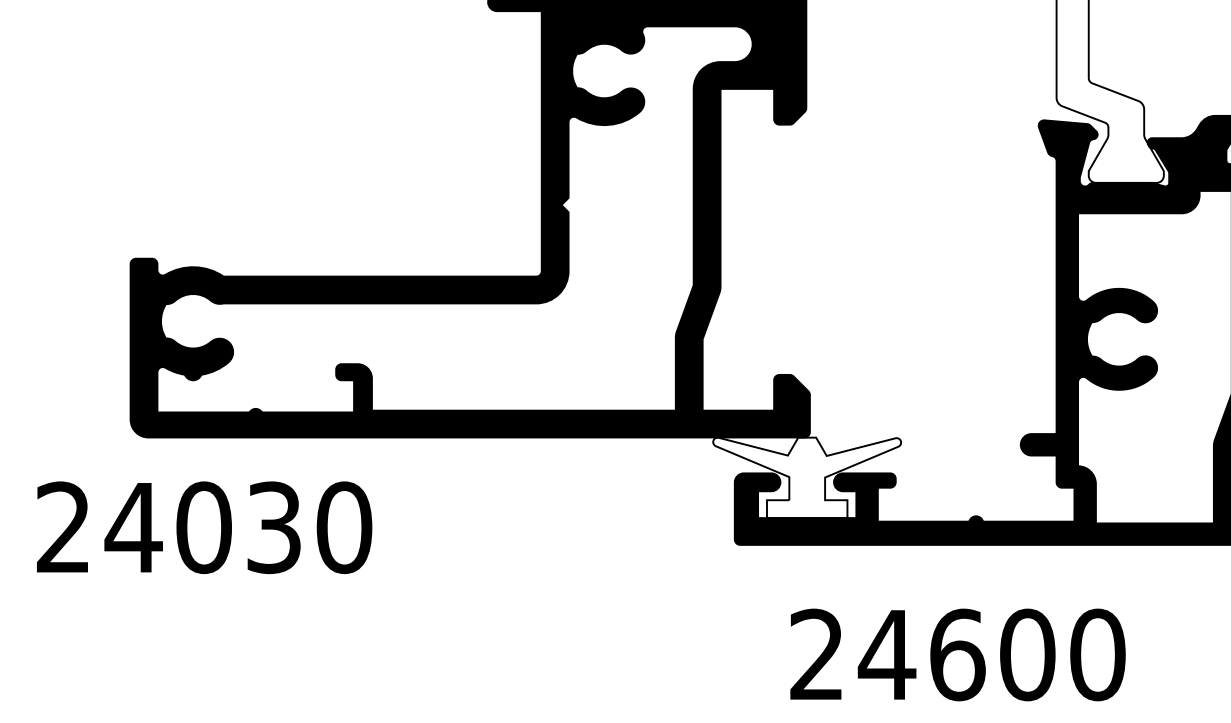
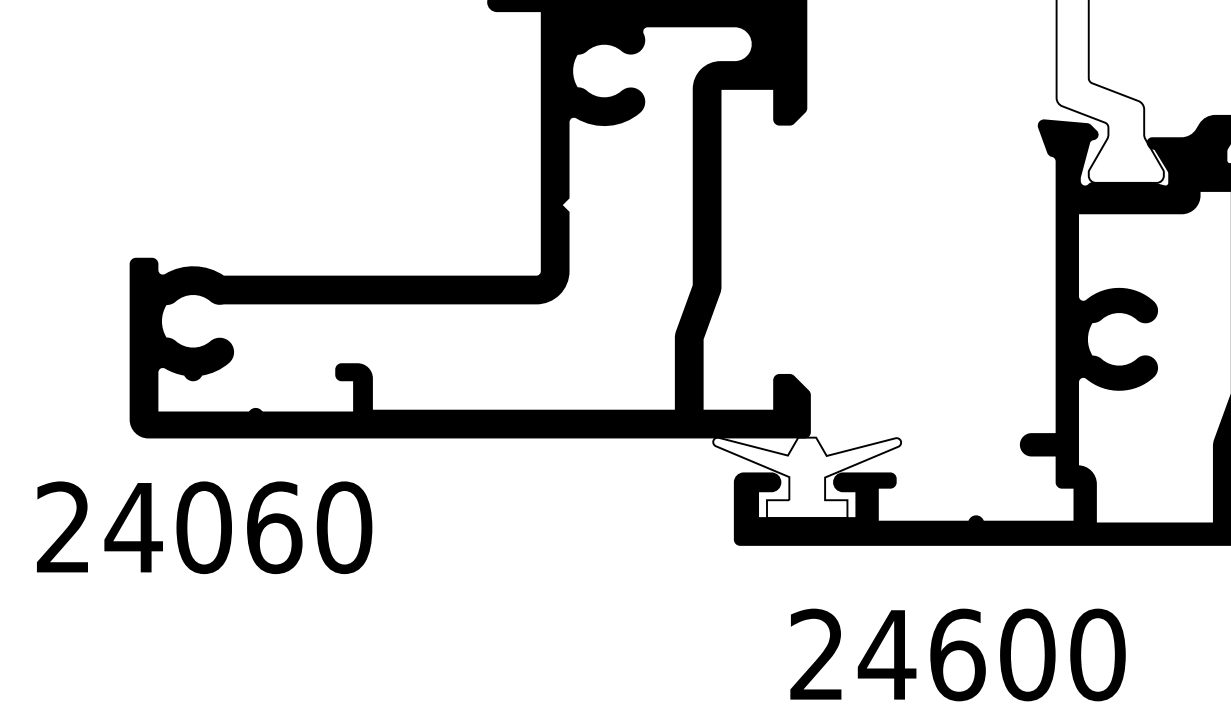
text at (274, 527): 24030 -> 24060
